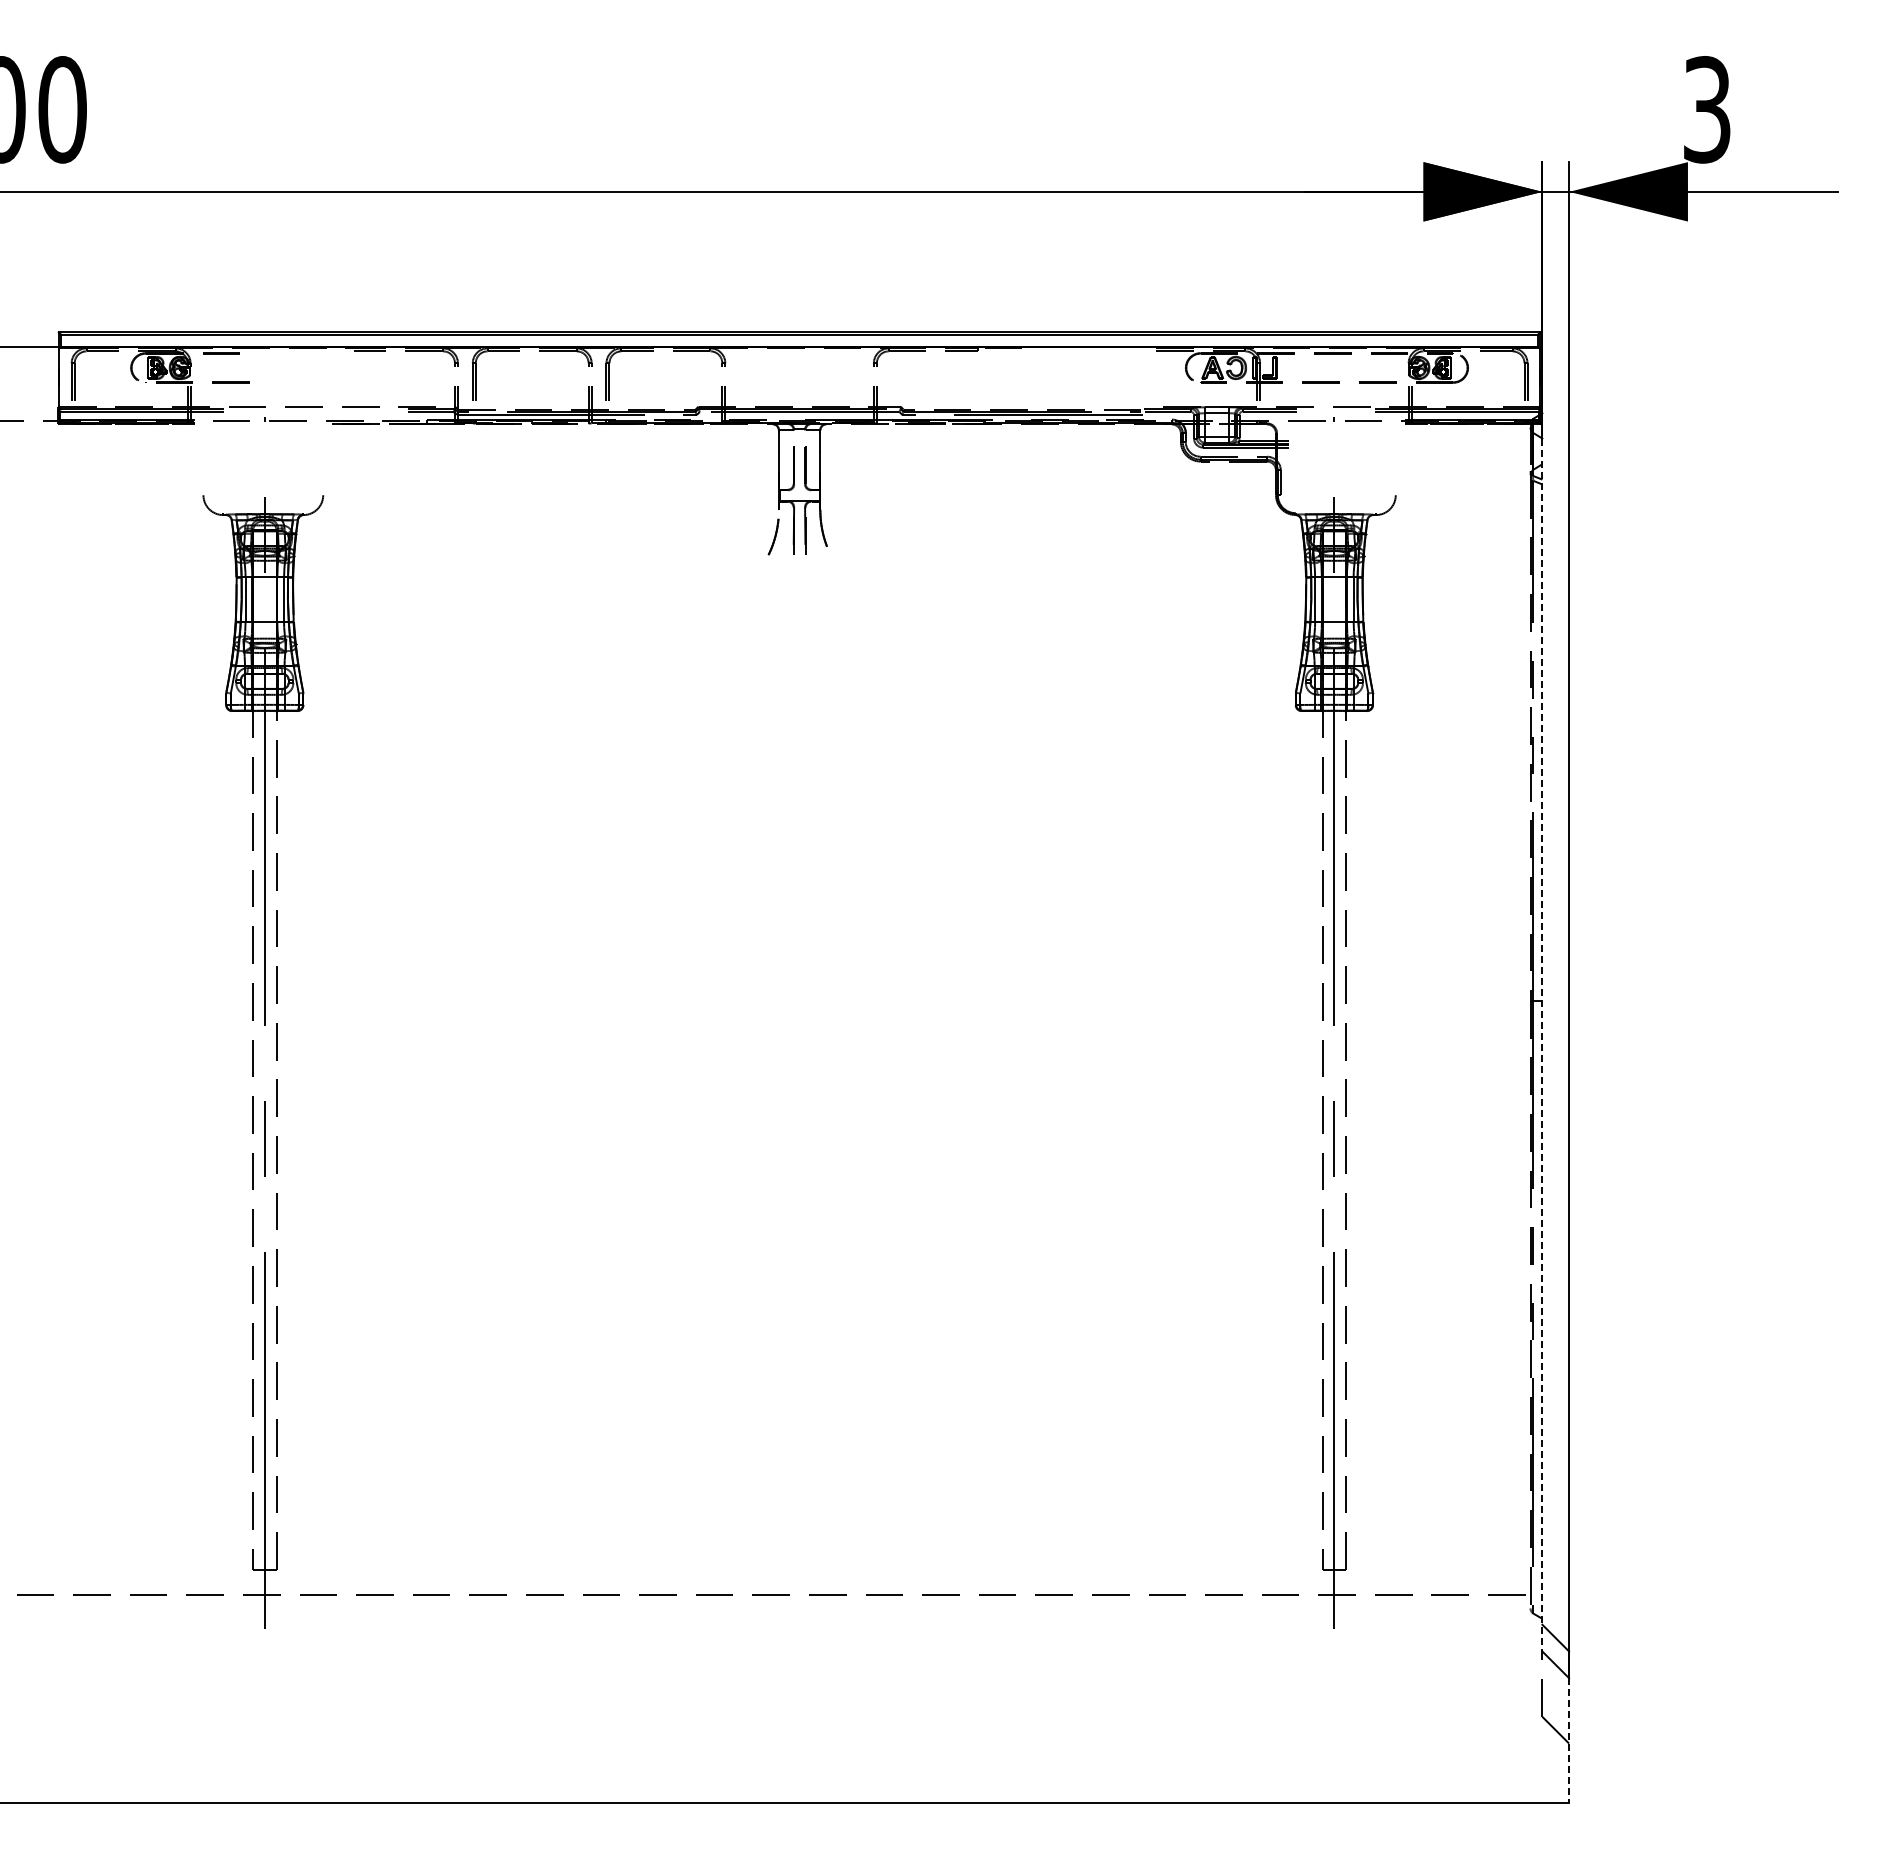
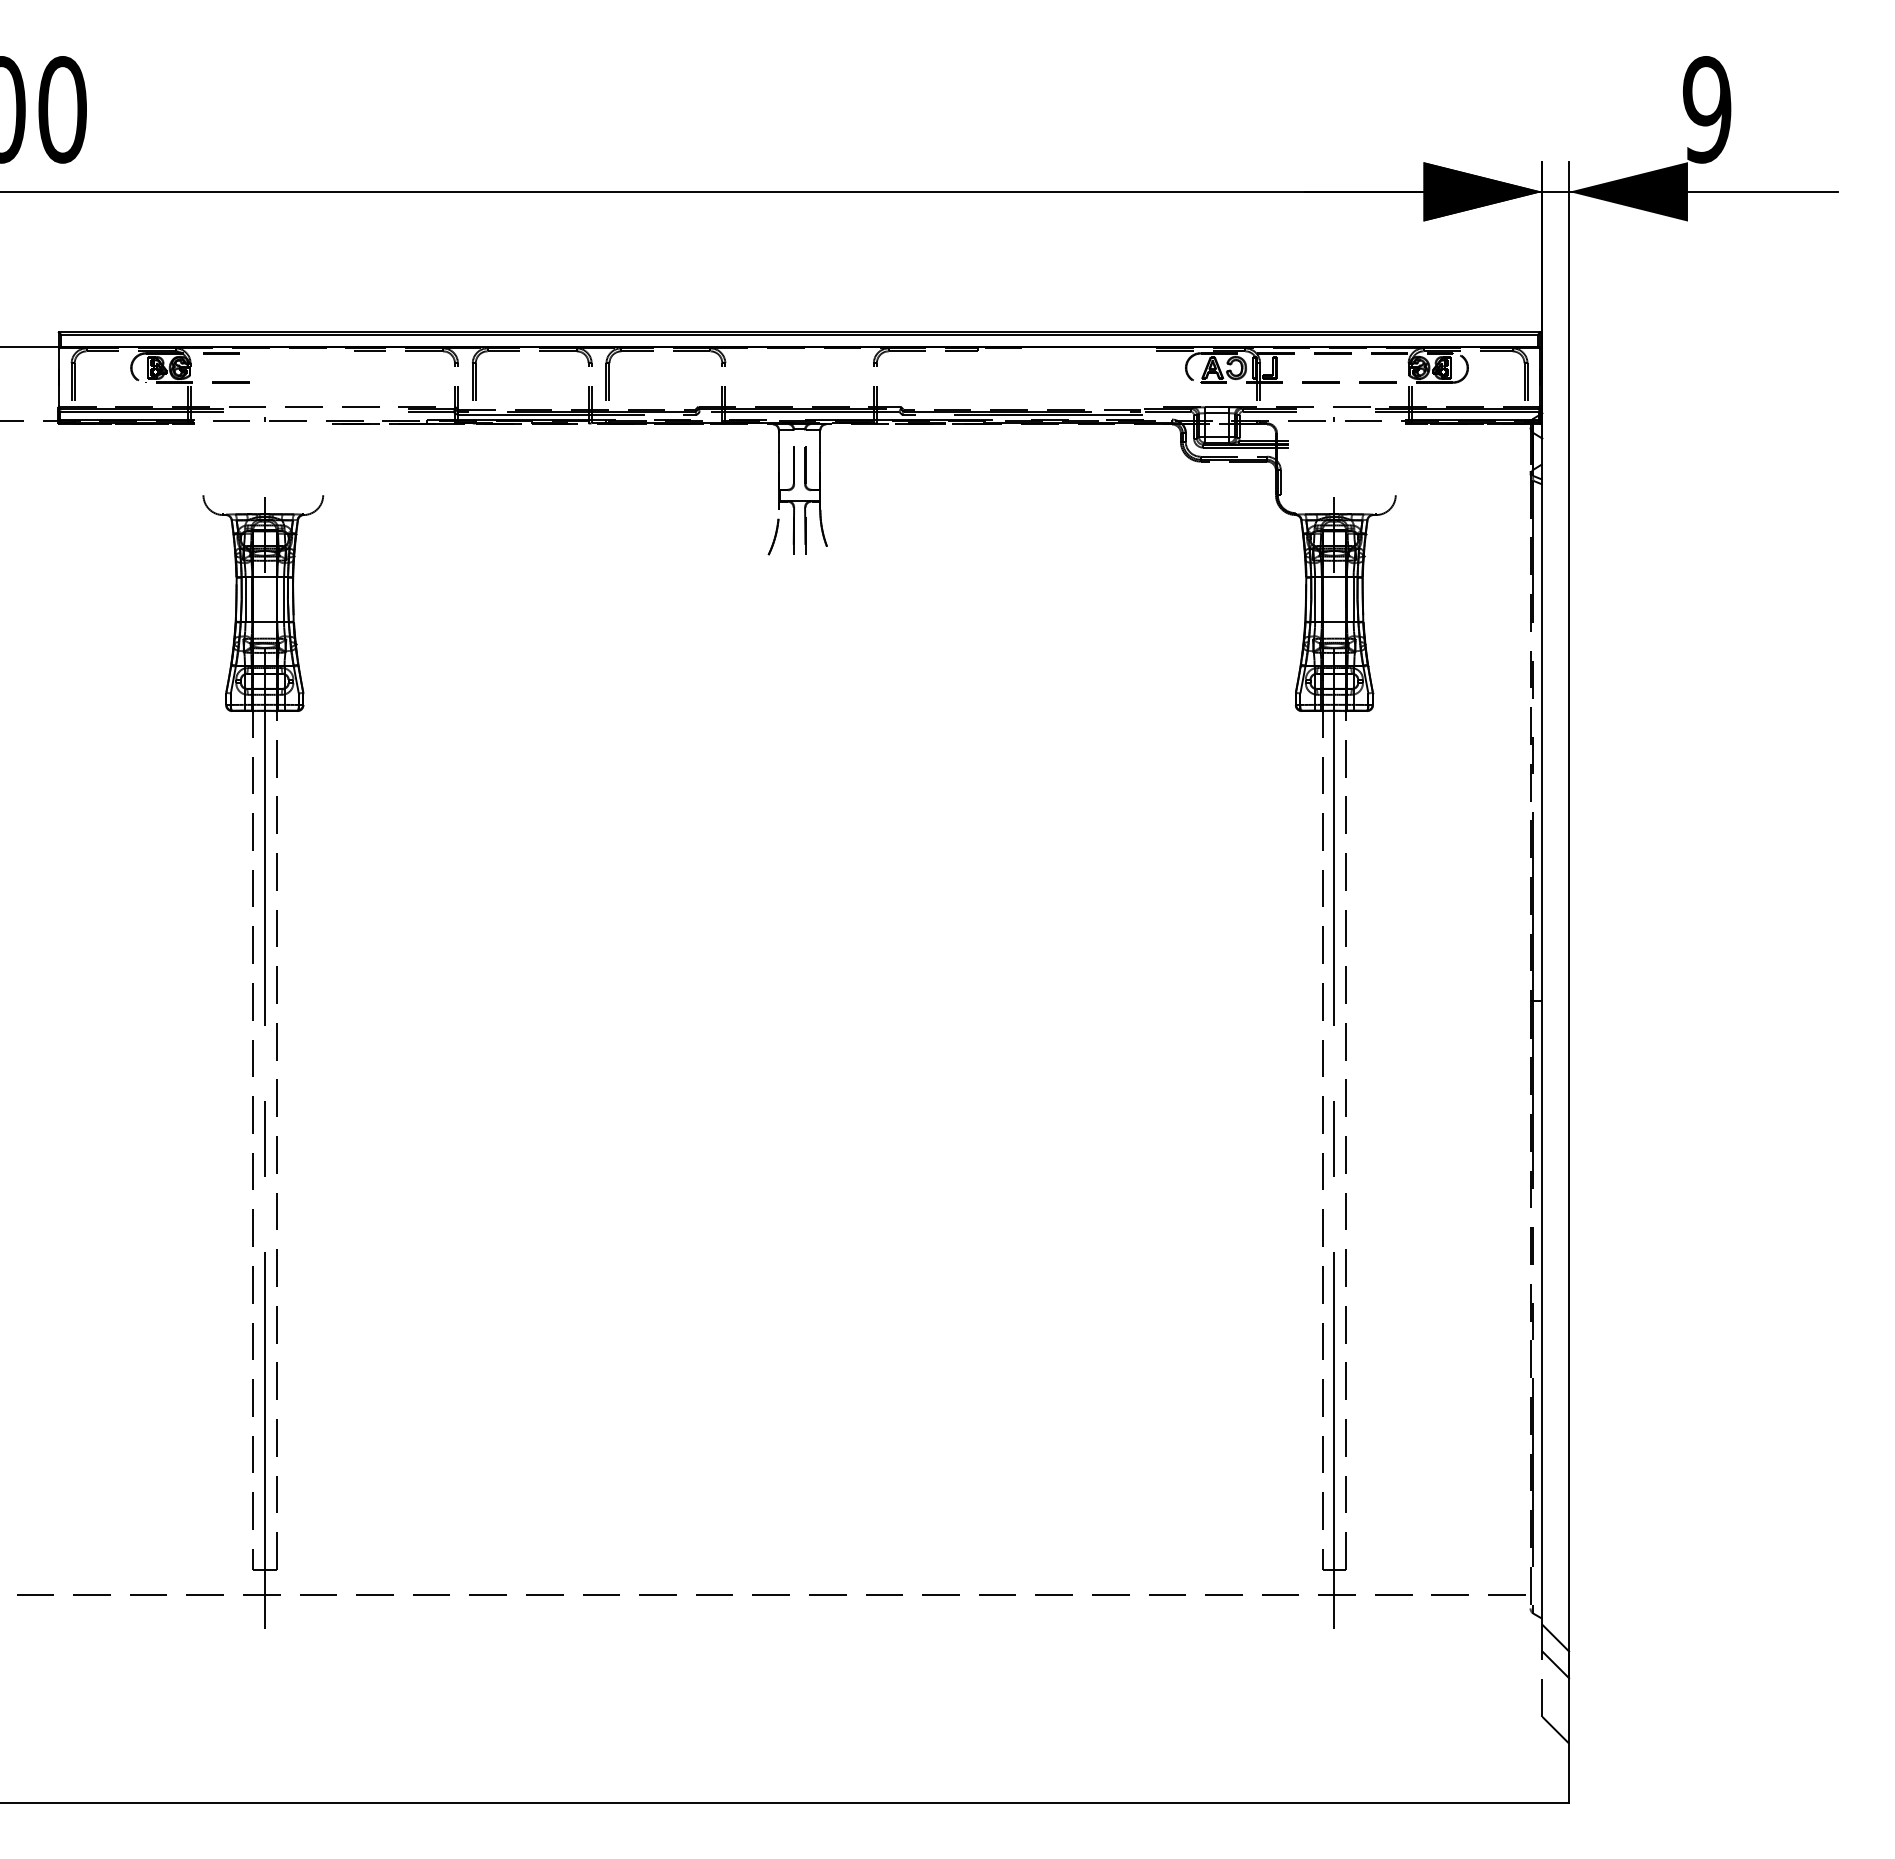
text at (1706, 109): 3 -> 9
line at (1542, 1045): dashed -> solid
line at (1569, 1741): dashed -> solid
